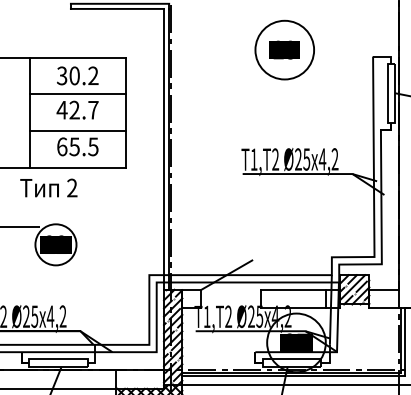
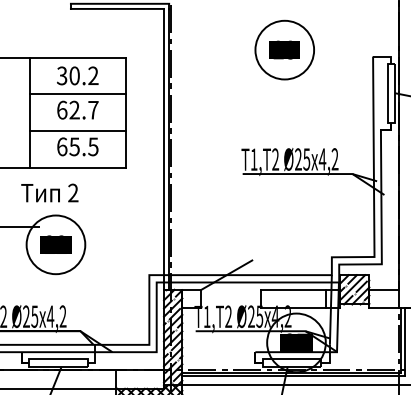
text at (61, 109): 42.7 -> 62.7
text at (48, 187) position: (48, 187) -> (49, 192)
circle at (55, 244) diameter: 41 px -> 59 px
